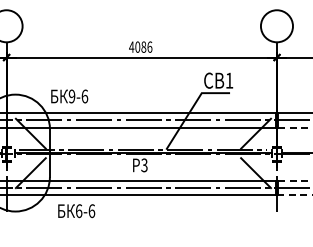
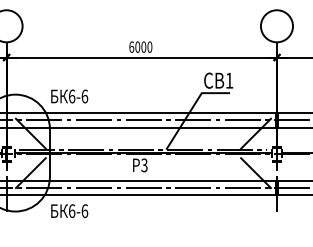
text at (140, 46): 4086 -> 6000
text at (71, 96): 9-6 -> 6-6
line at (295, 127): dashed -> solid
line at (295, 180): dashed -> solid
line at (295, 195): dashed -> solid
text at (76, 211) position: (76, 211) -> (69, 211)
